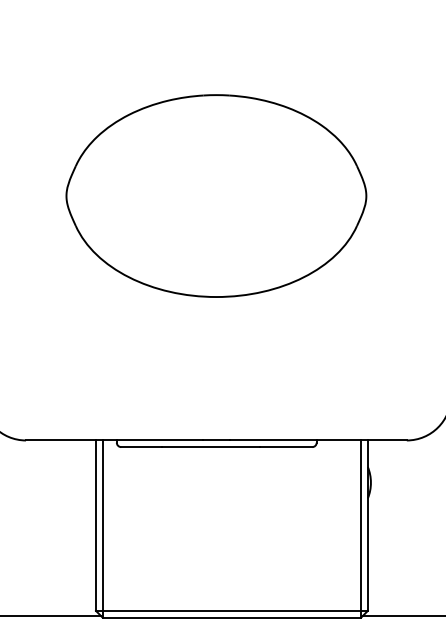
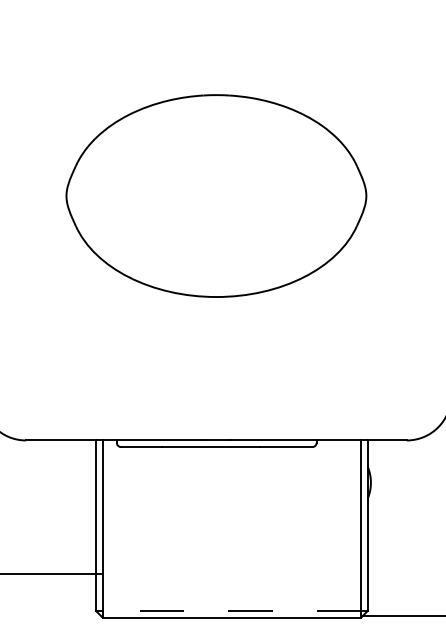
line at (231, 610): solid -> dashed
line at (51, 615) position: (51, 615) -> (51, 573)
